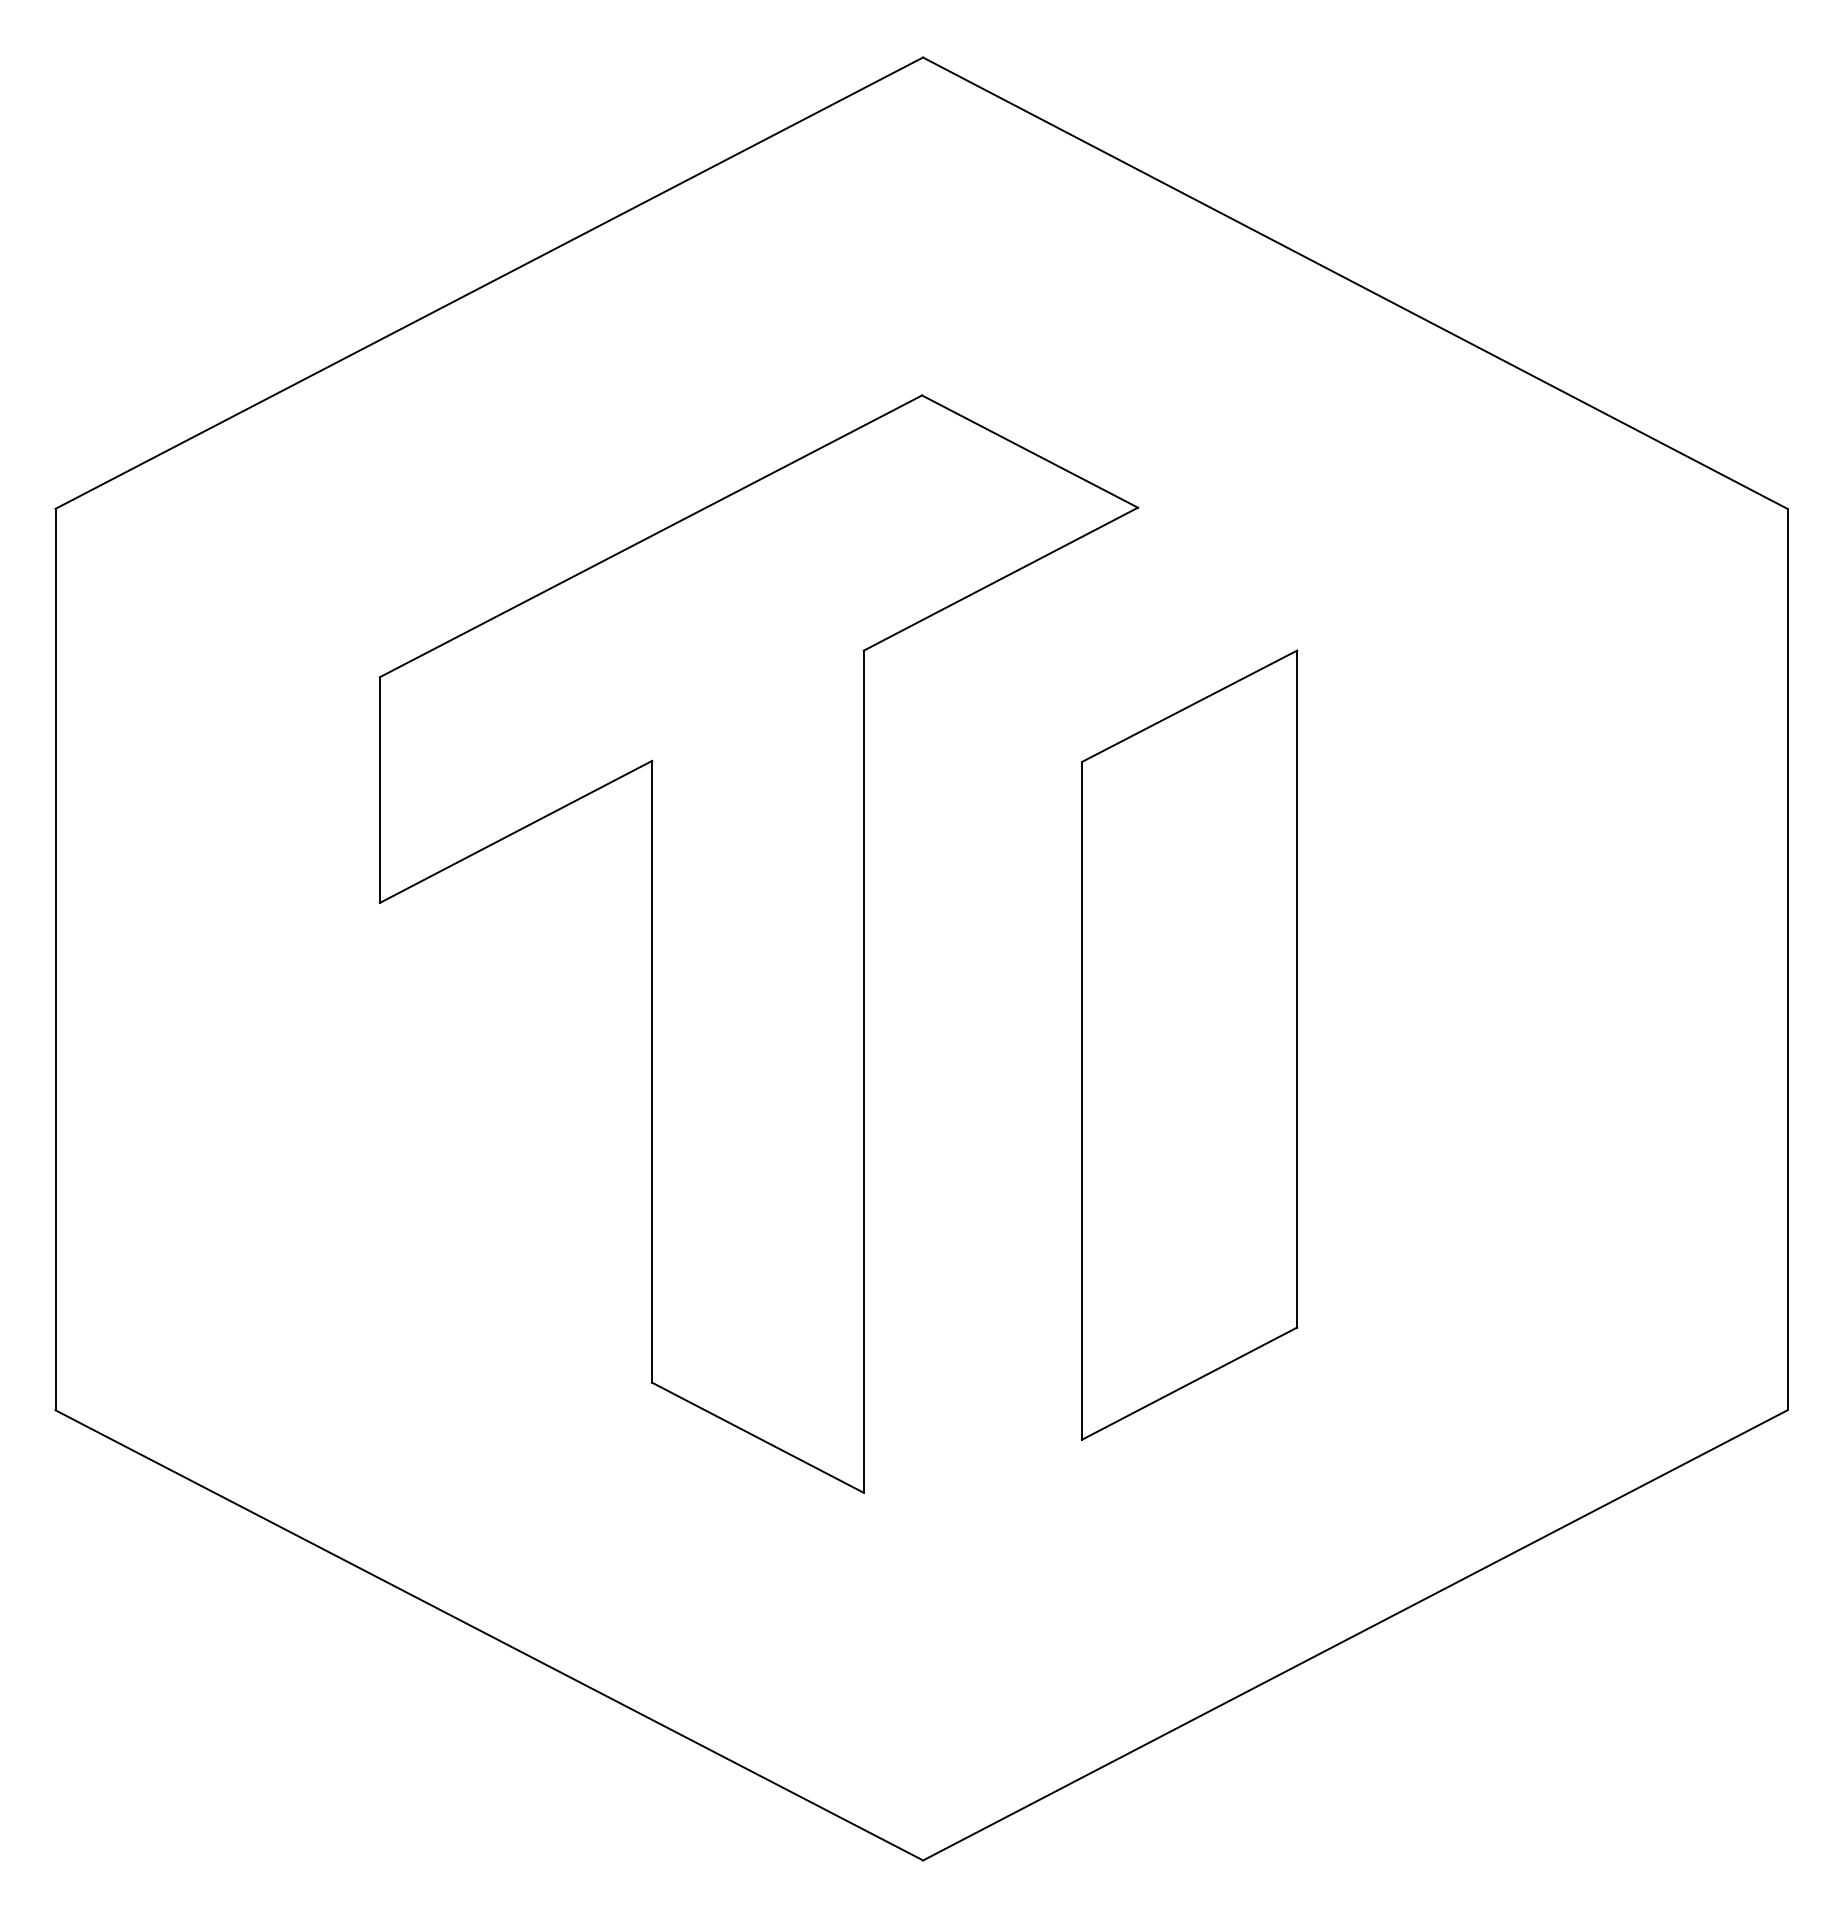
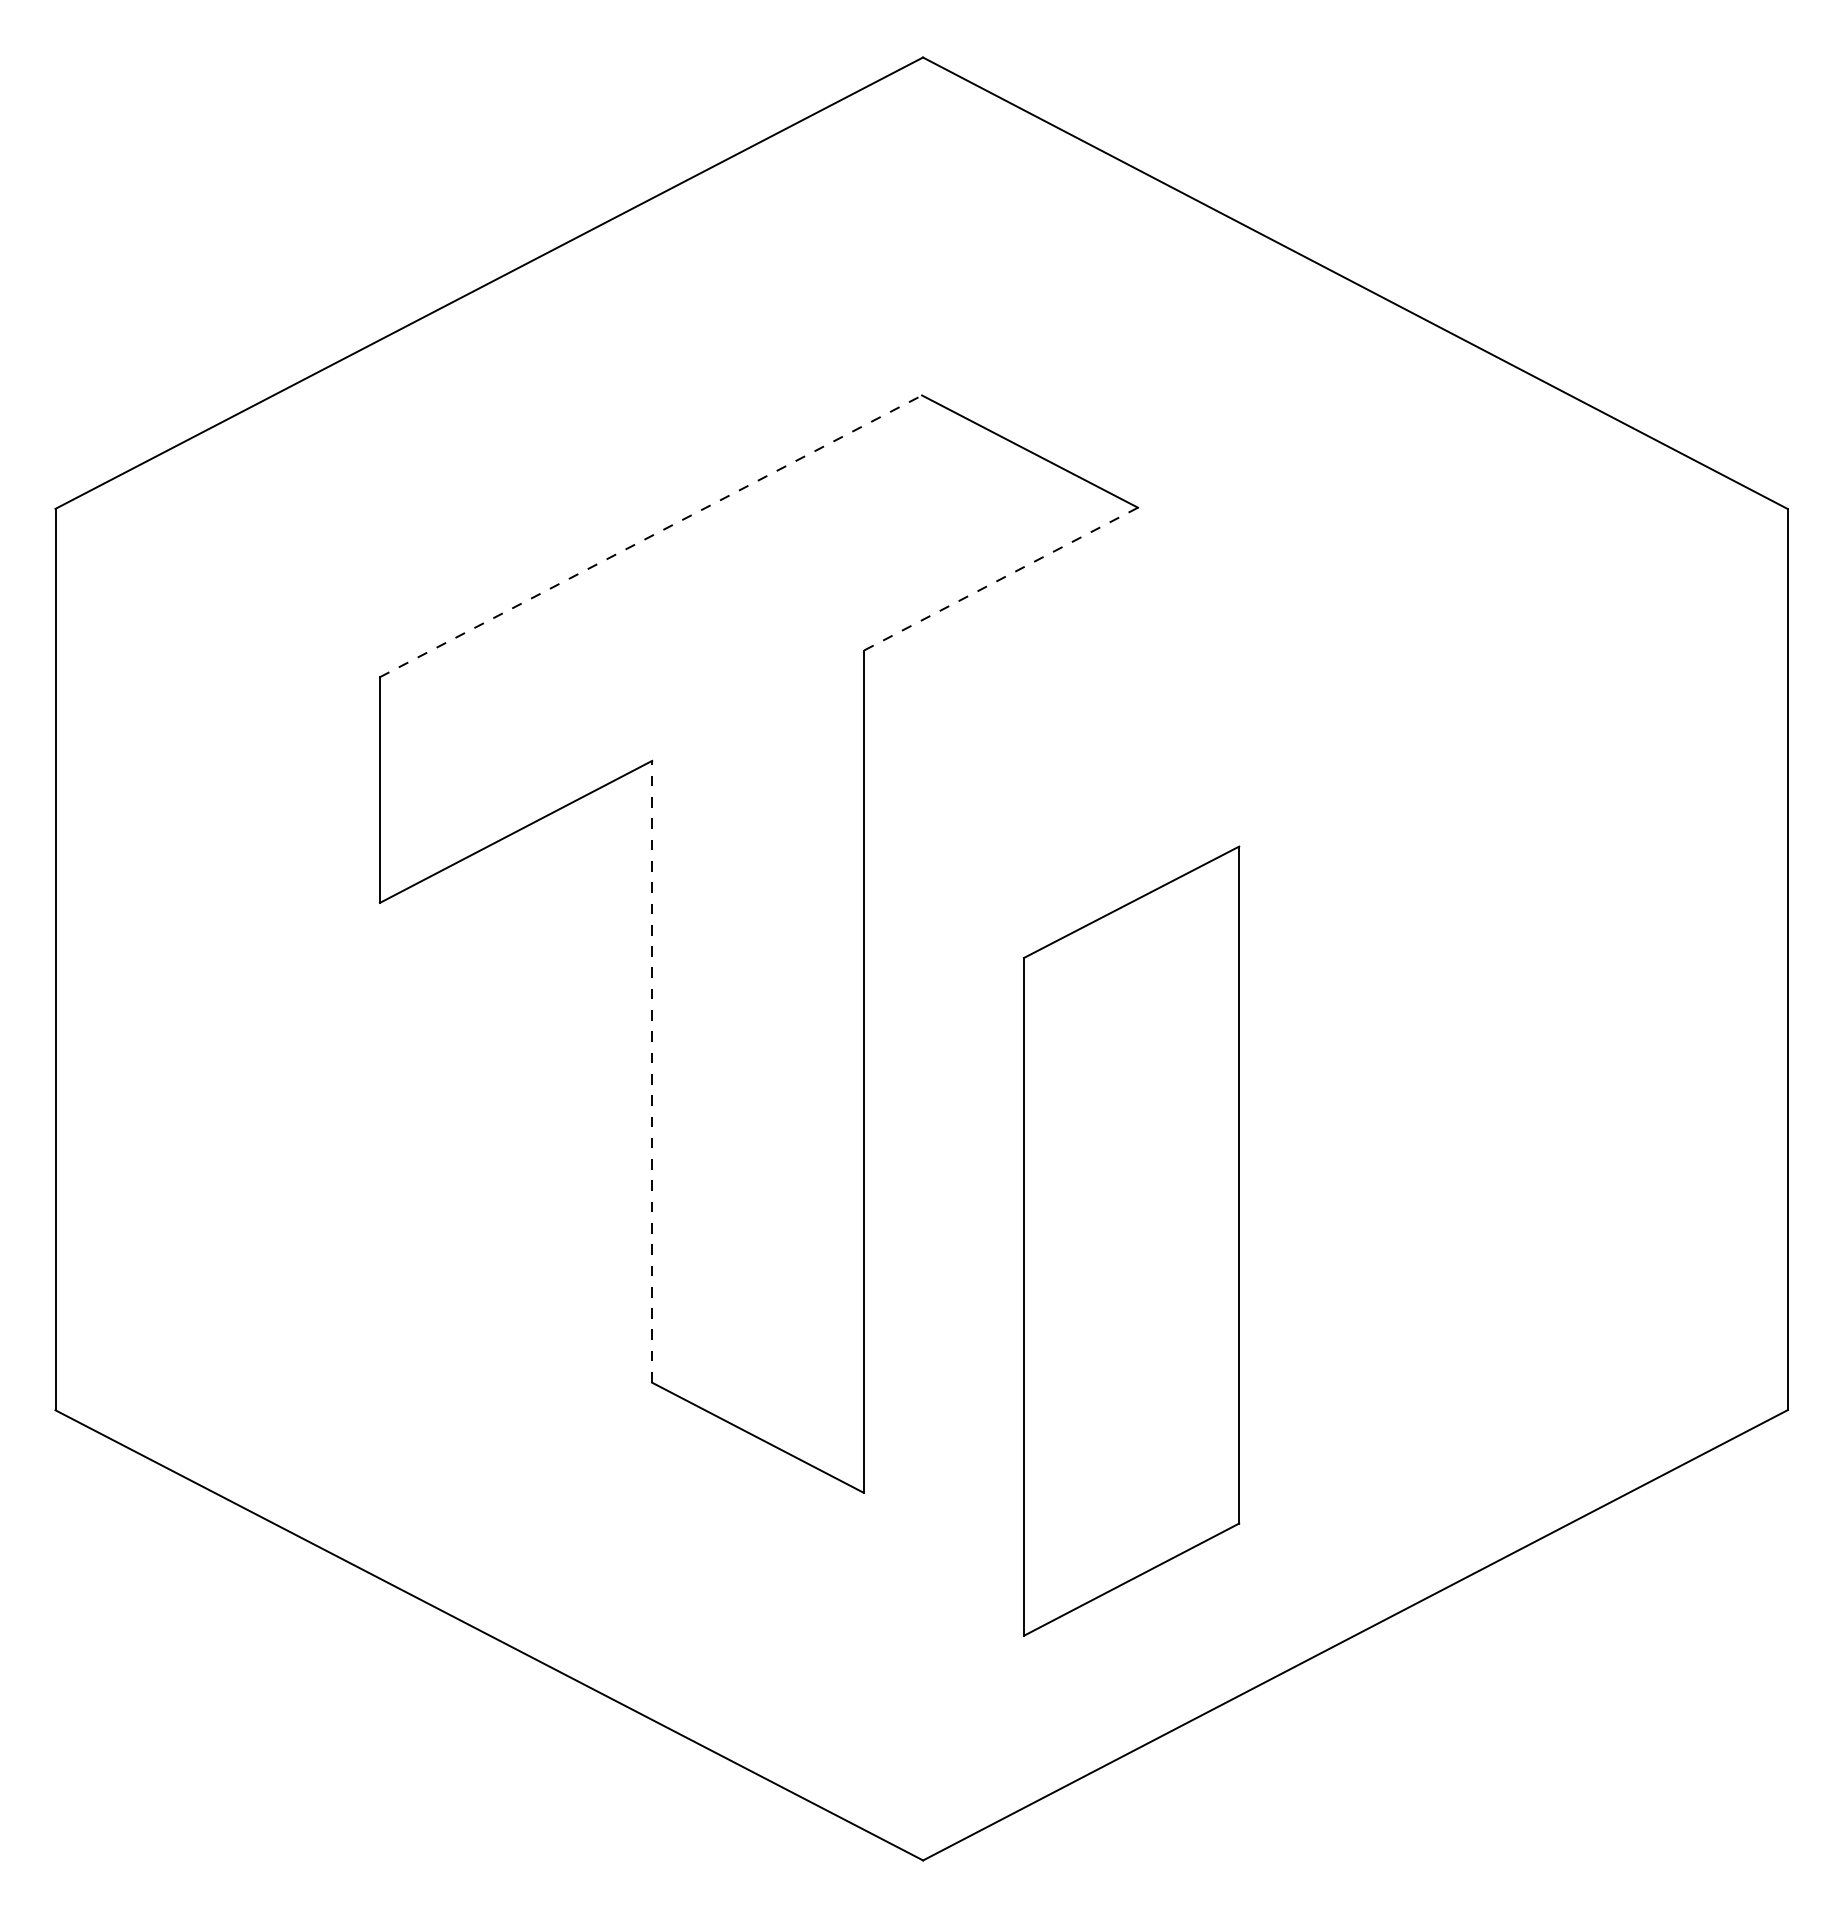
line at (651, 536): solid -> dashed
line at (1000, 579): solid -> dashed
part at (1189, 1044) position: (1189, 1044) -> (1131, 1240)
line at (652, 1071): solid -> dashed
